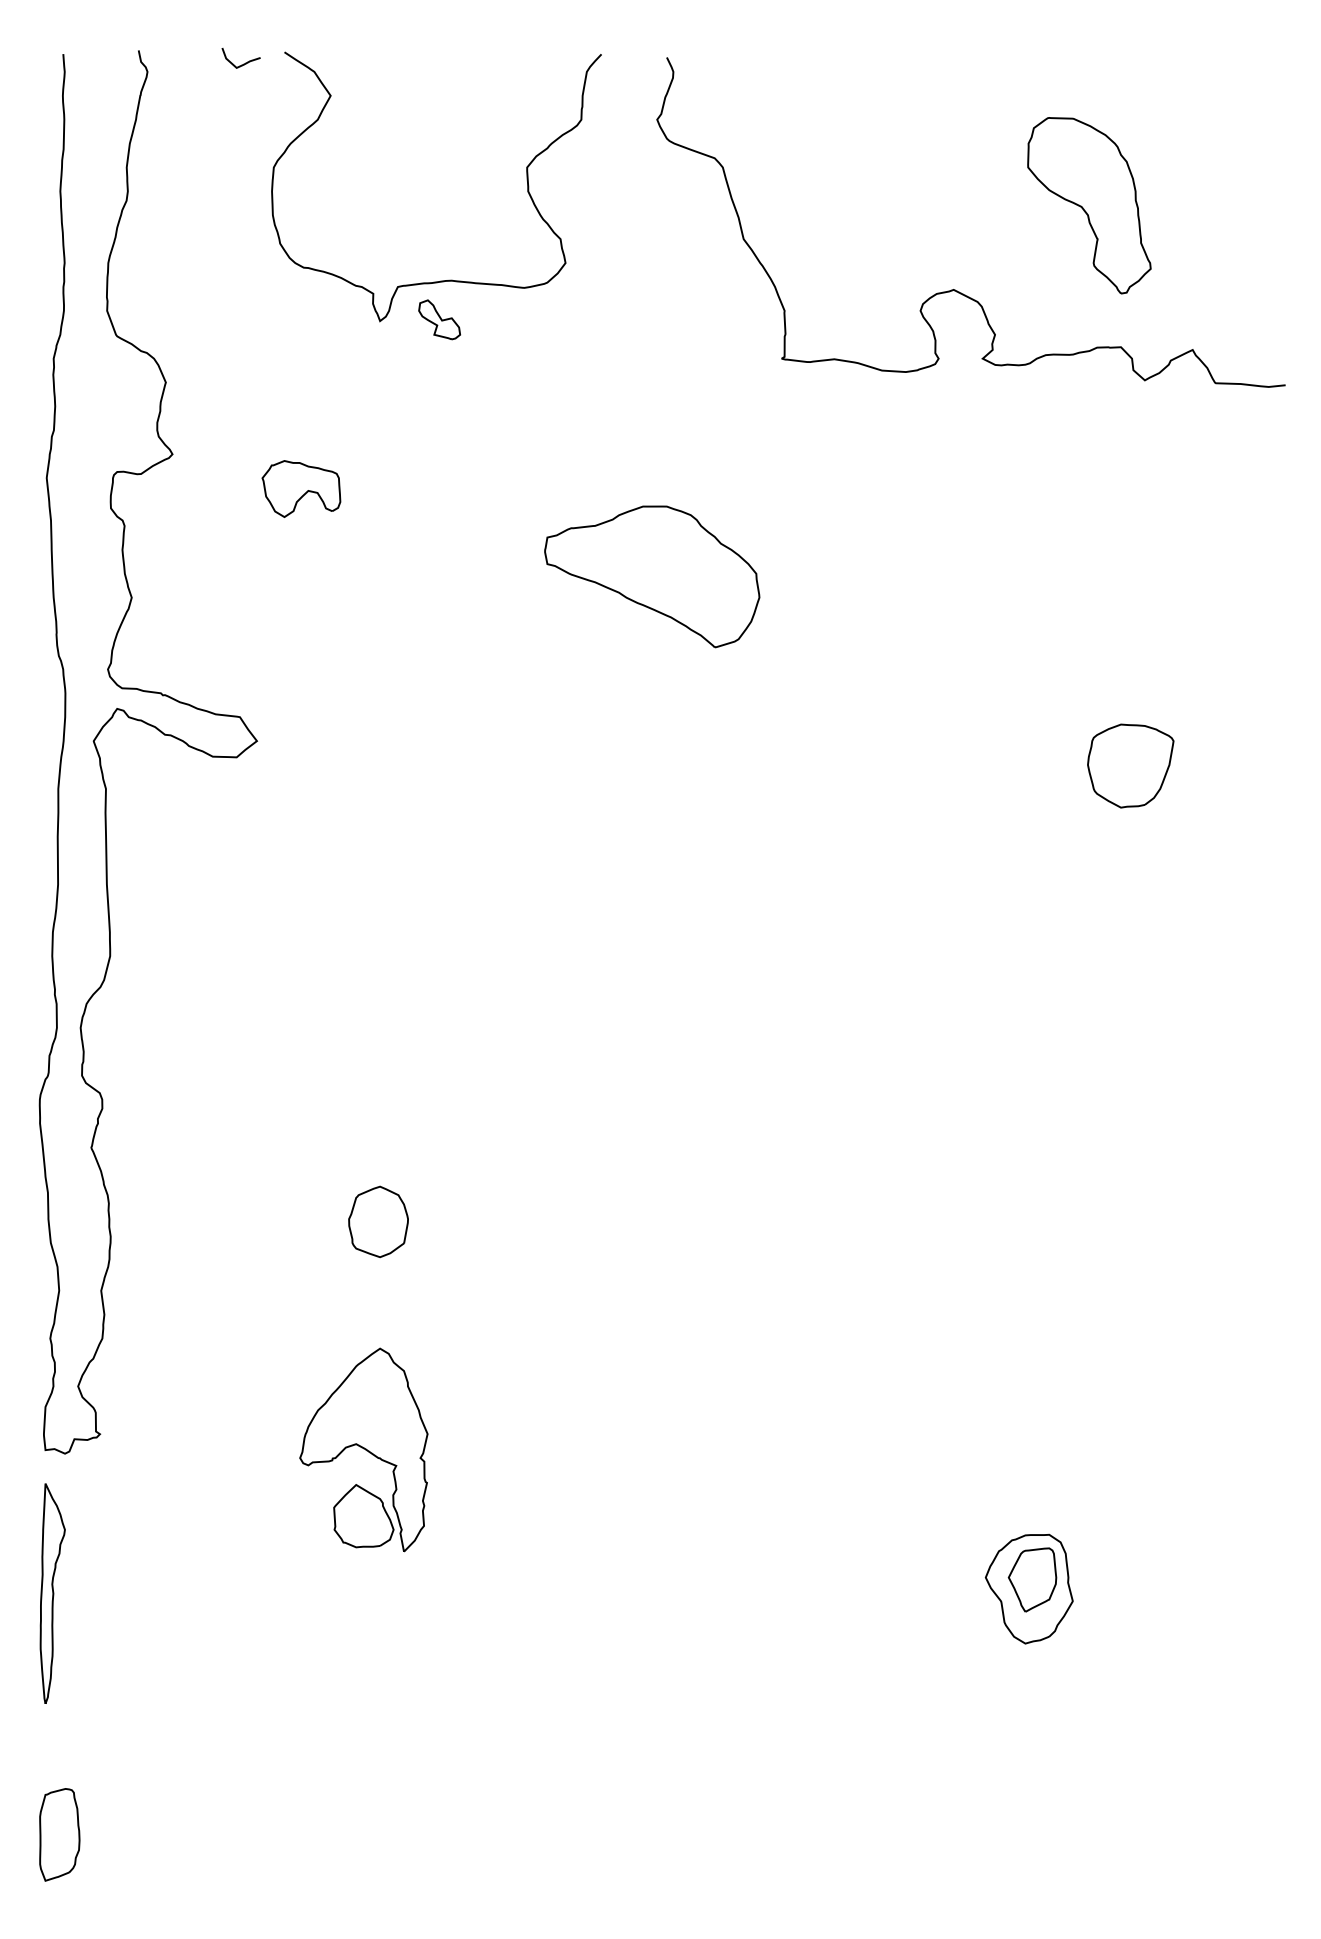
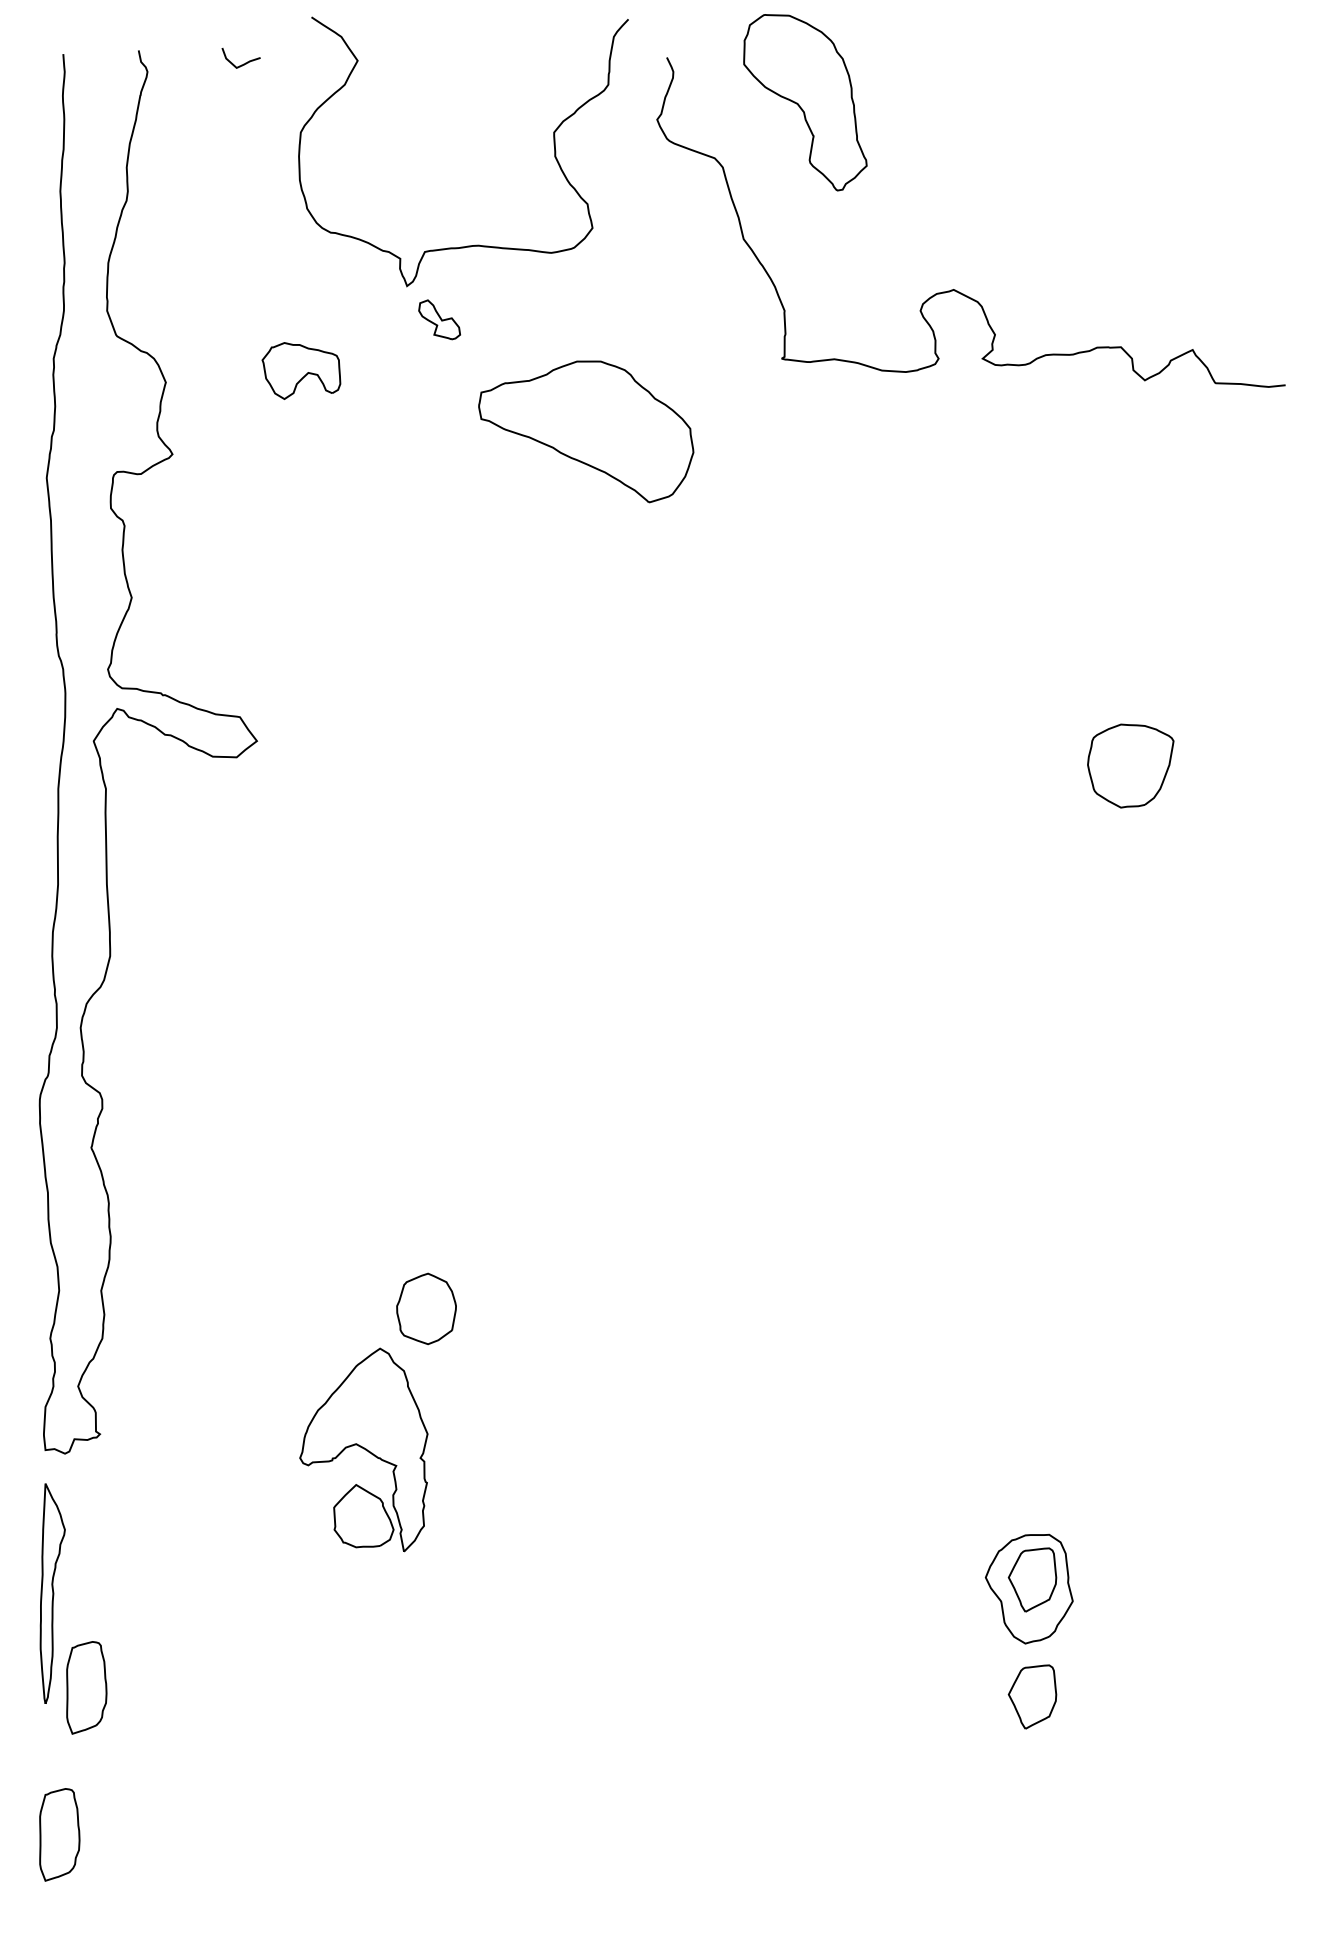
curve at (526, 180) position: (526, 180) -> (553, 145)
part at (1089, 205) position: (1089, 205) -> (805, 102)
part at (301, 488) position: (301, 488) -> (301, 370)
part at (652, 576) position: (652, 576) -> (586, 431)
part at (378, 1221) position: (378, 1221) -> (426, 1308)
part at (86, 1687): none -> present
part at (1032, 1696): none -> present
